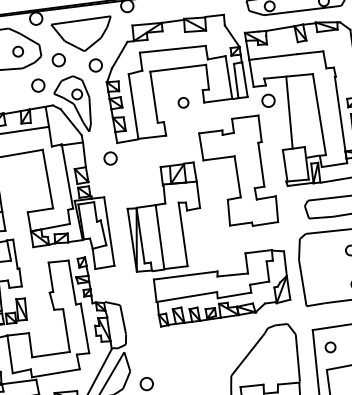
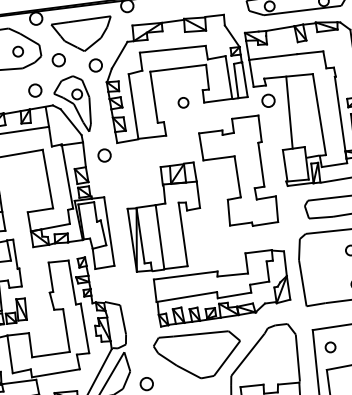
circle at (38, 85) position: (38, 85) -> (35, 90)
circle at (110, 158) position: (110, 158) -> (104, 155)
part at (196, 354): none -> present
